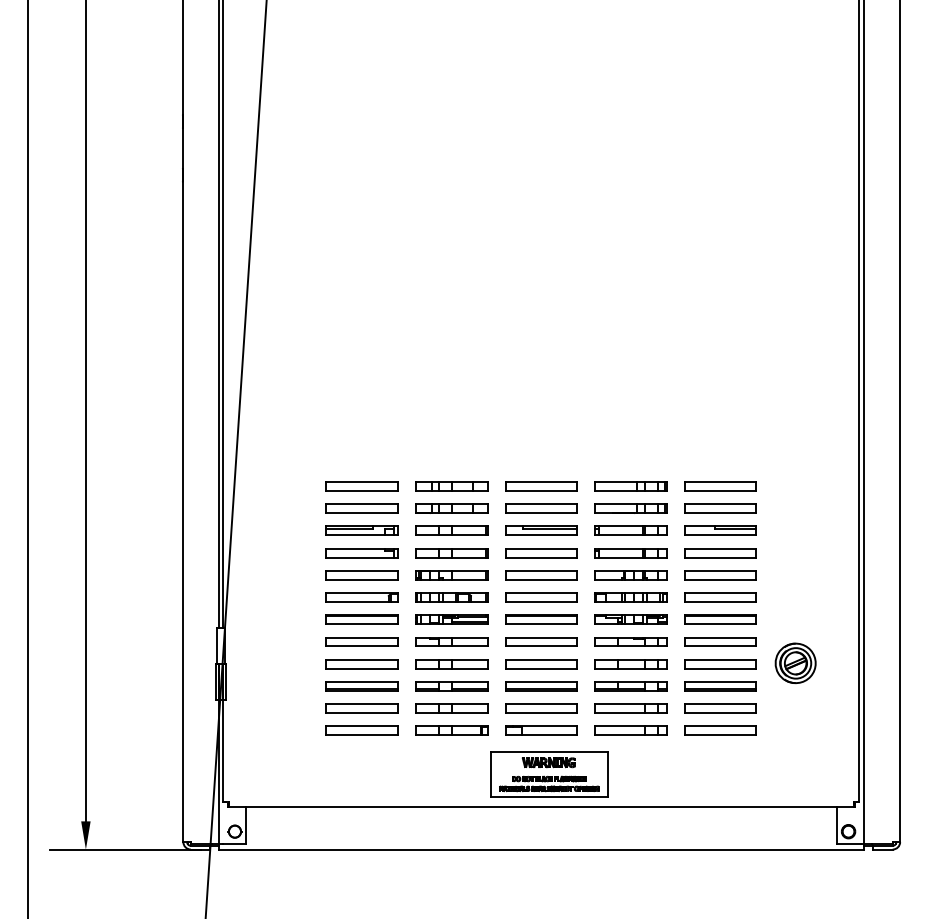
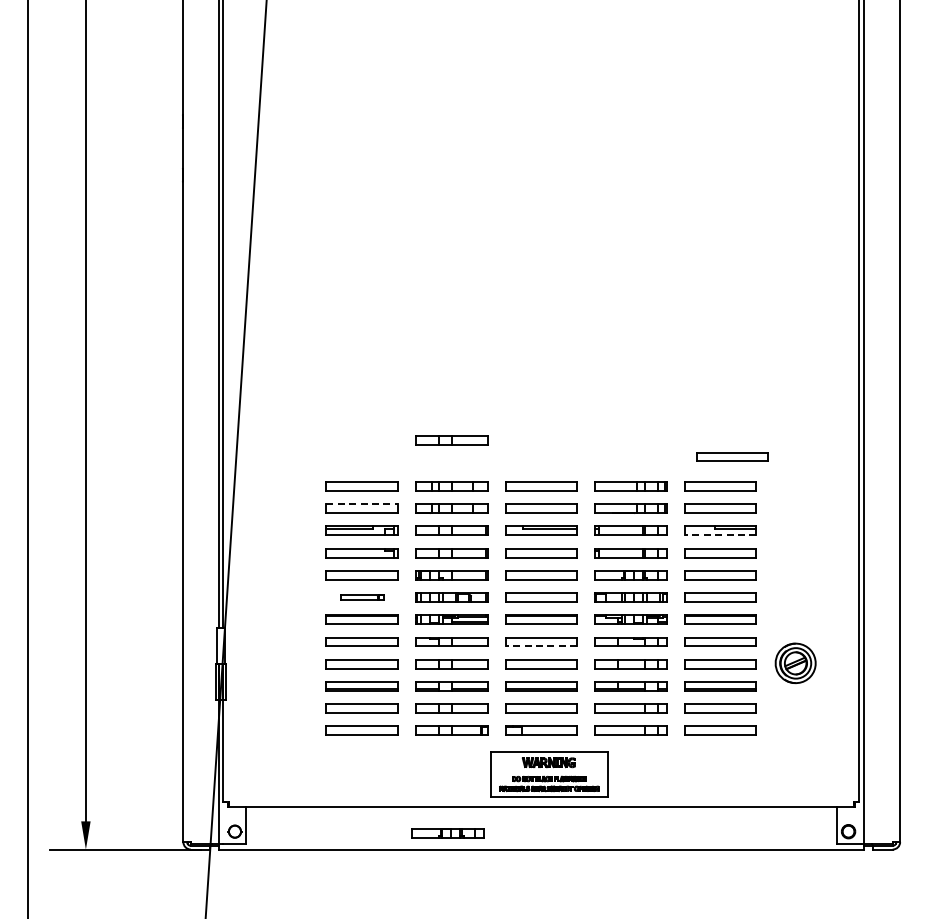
part at (451, 440): none -> present
part at (732, 456): none -> present
line at (362, 504): solid -> dashed
line at (720, 535): solid -> dashed
part at (361, 597) size: 74x11 px -> 45x7 px
line at (541, 646): solid -> dashed
part at (447, 833): none -> present
